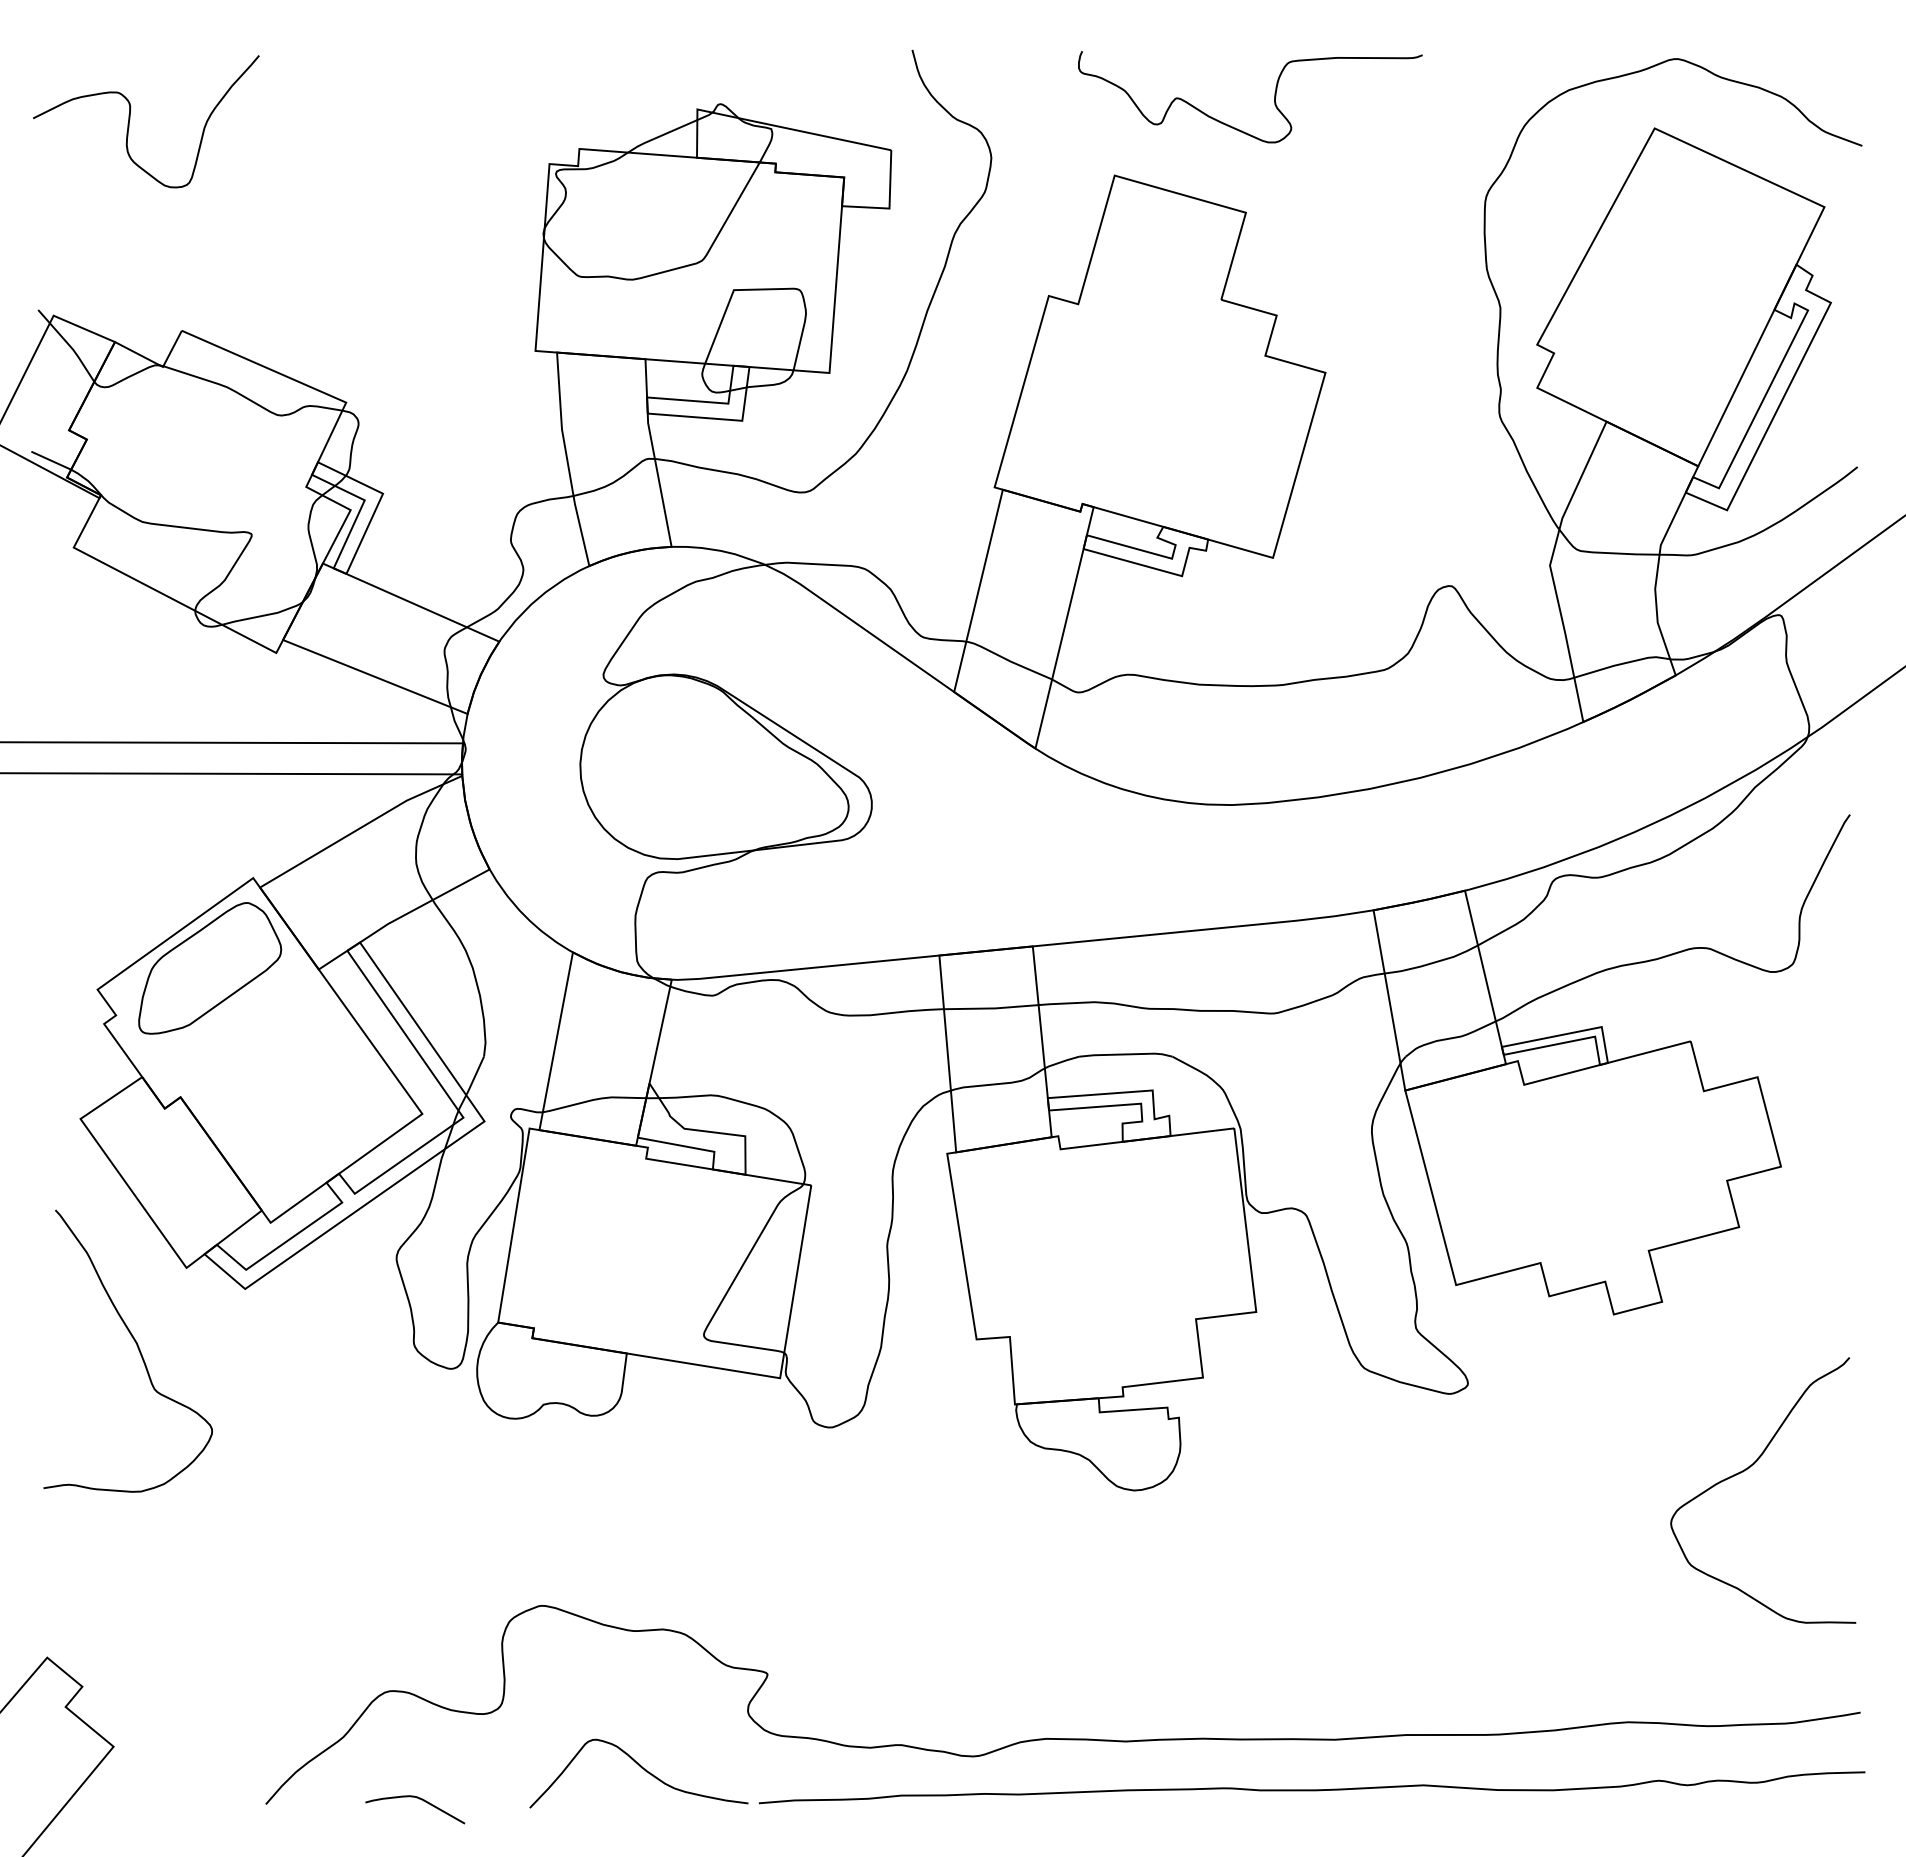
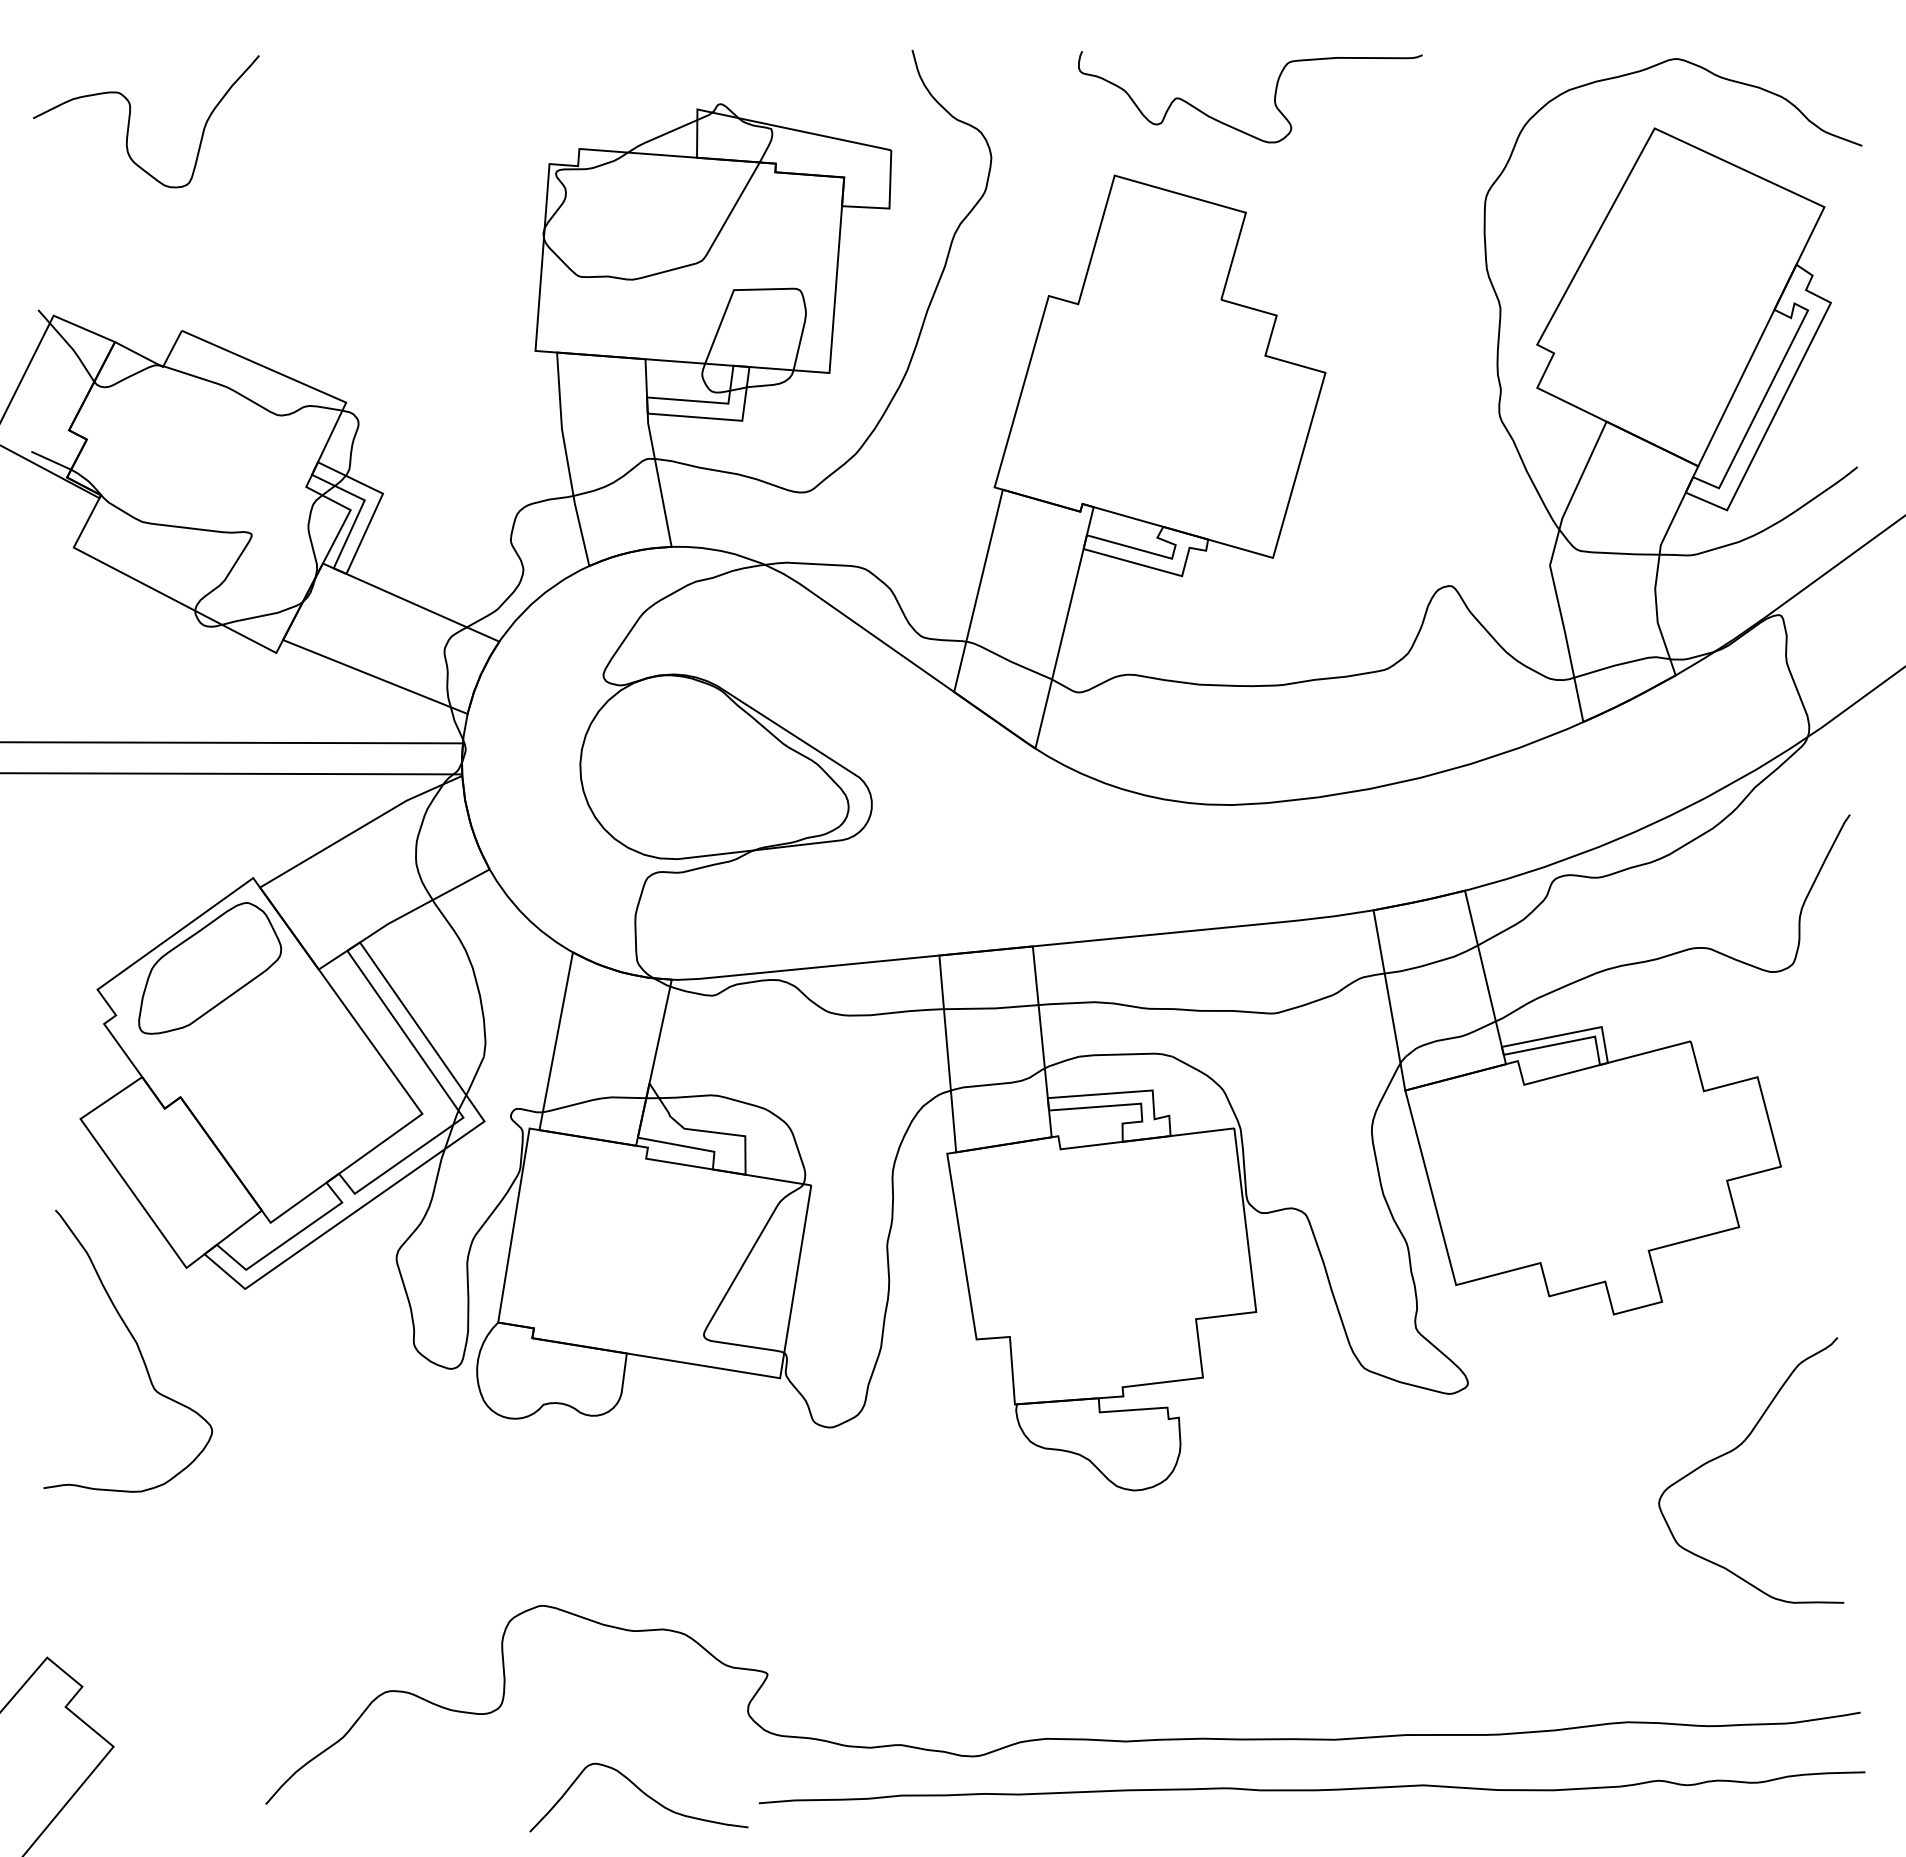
curve at (1749, 1468) position: (1749, 1468) -> (1737, 1448)
curve at (641, 1768) position: (641, 1768) -> (641, 1792)
curve at (419, 1799): present -> none
